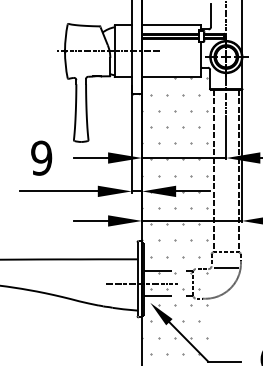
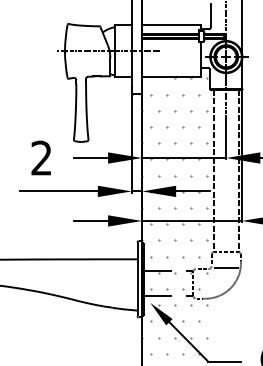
text at (41, 157): 9 -> 2
line at (140, 283): present -> none
